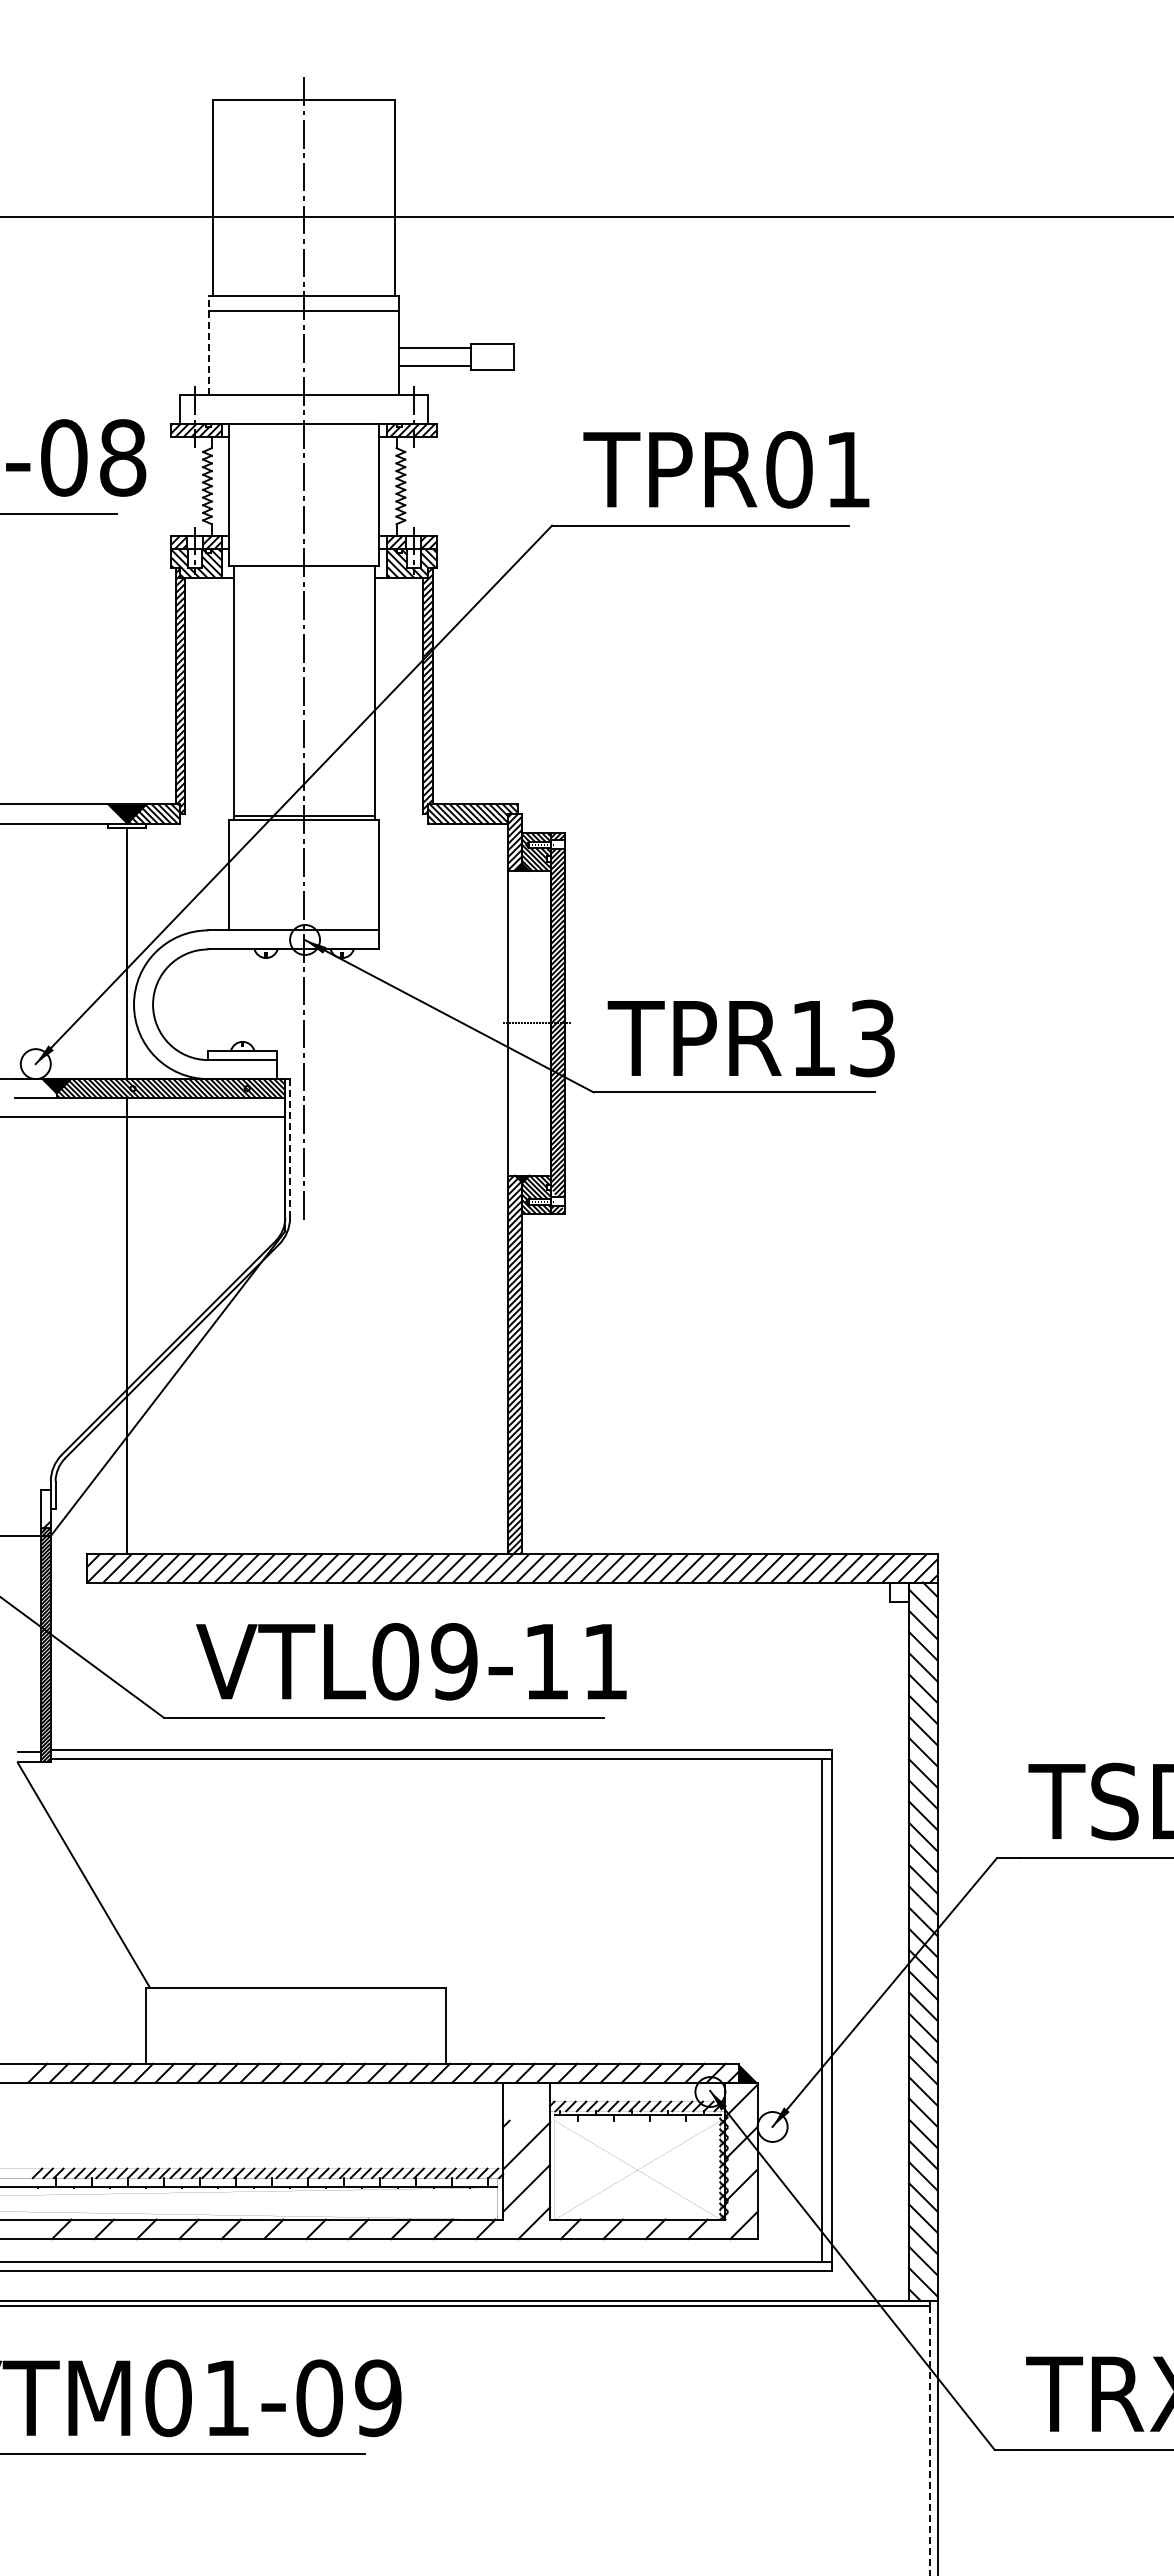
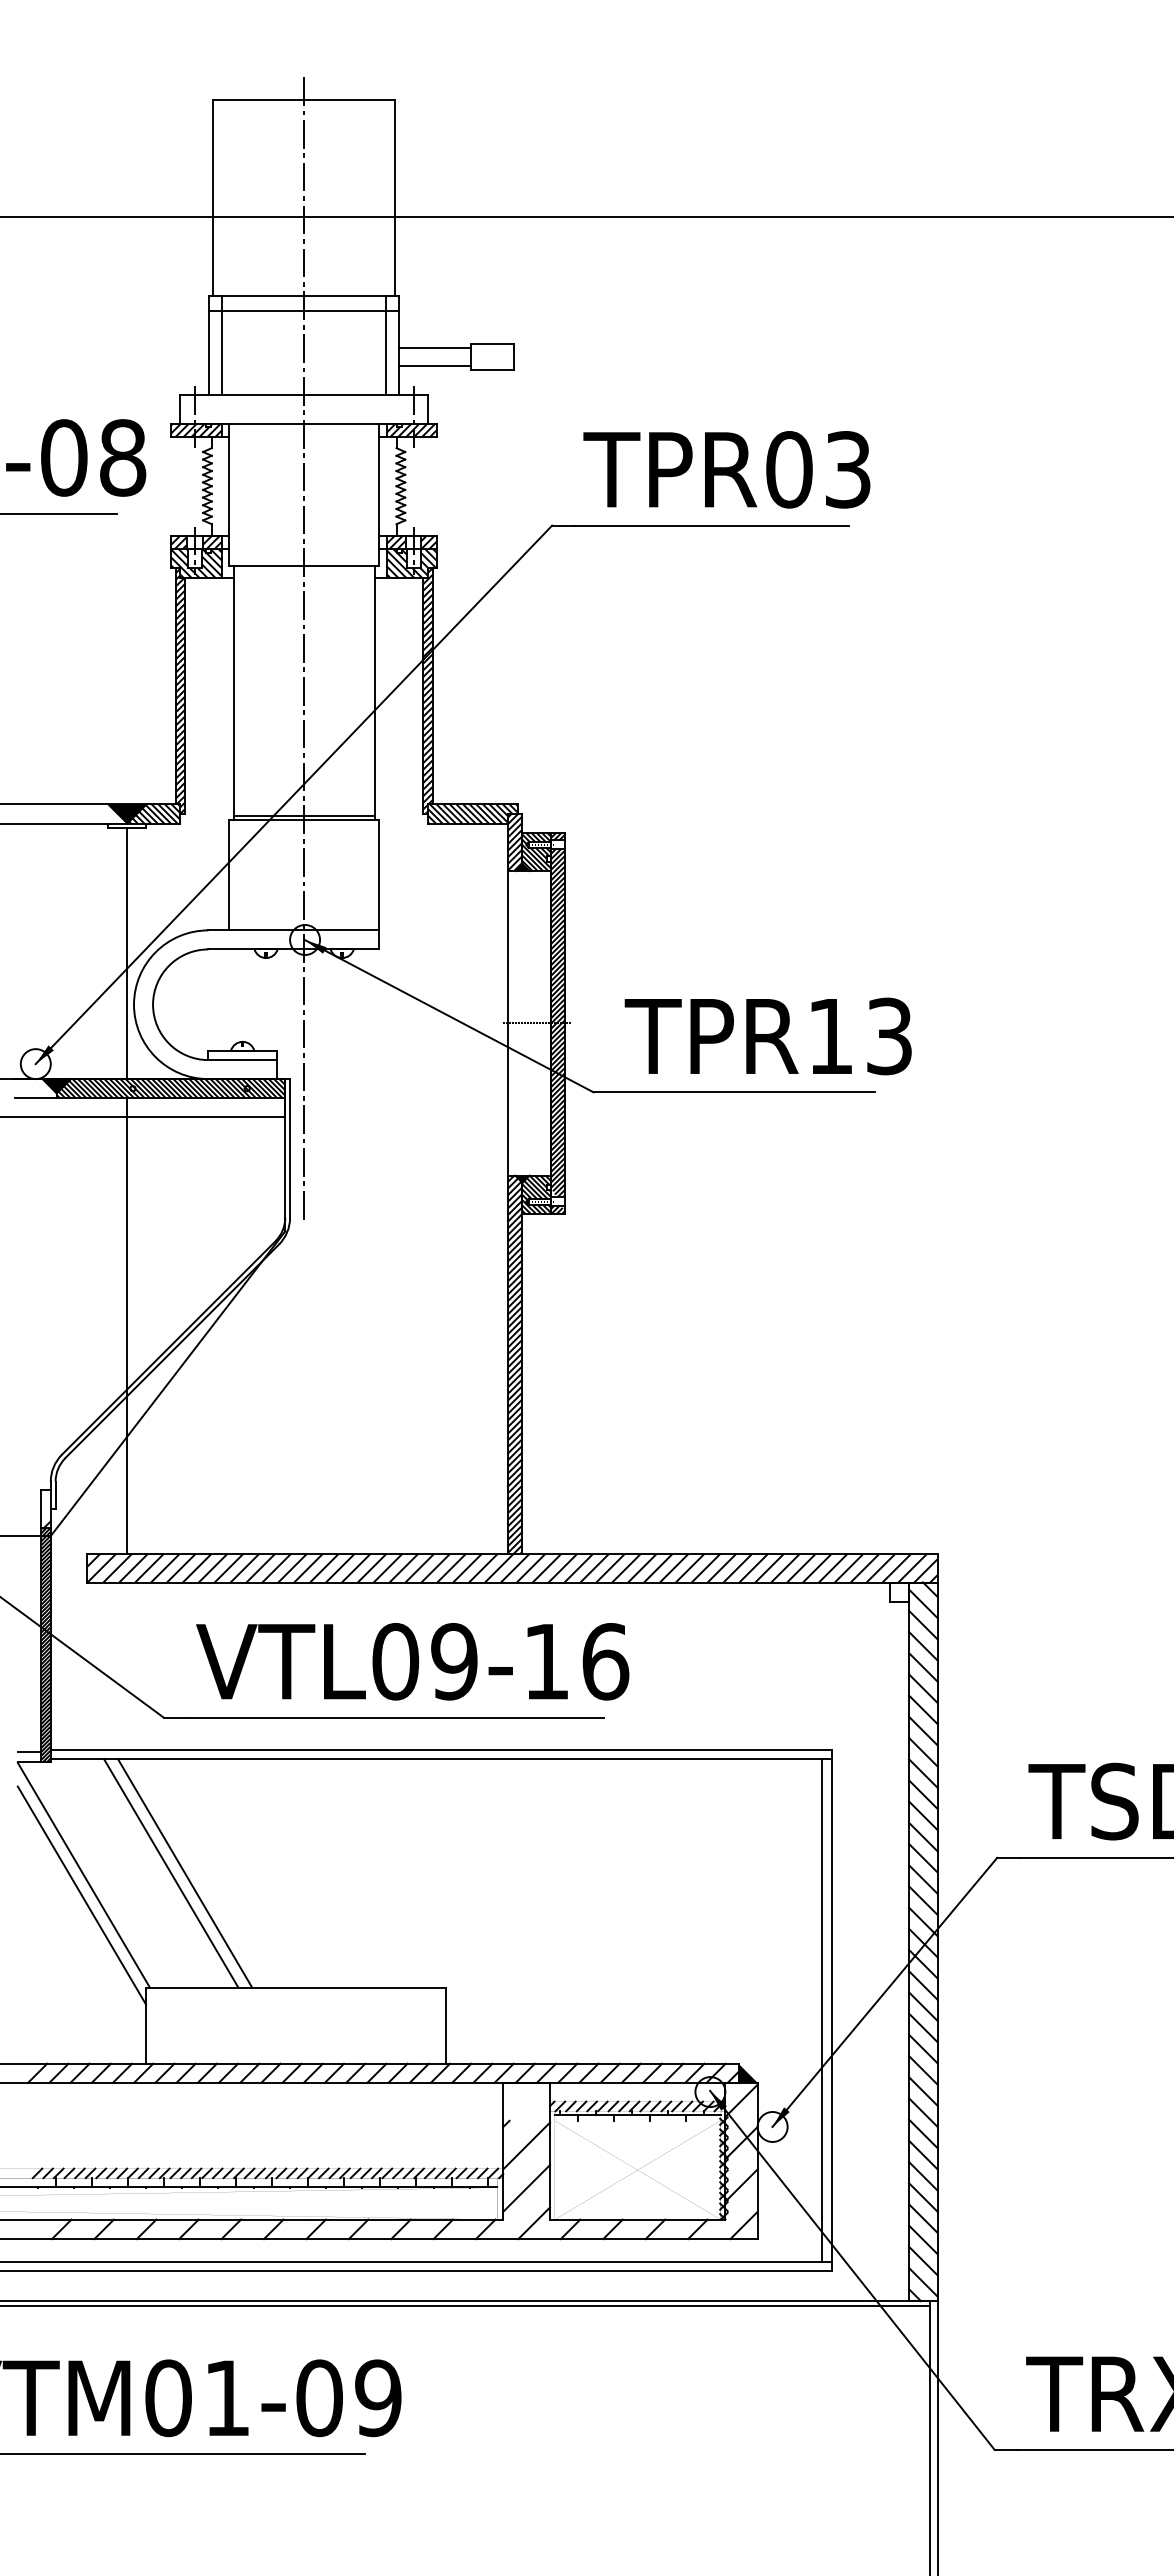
line at (208, 345): dashed -> solid
line at (221, 345): none -> present
line at (386, 345): none -> present
text at (848, 469): TPR01 -> TPR03
text at (750, 1038) position: (750, 1038) -> (767, 1036)
line at (290, 1149): dashed -> solid
text at (605, 1661): VTL09-11 -> VTL09-16
line at (171, 1873): none -> present
line at (184, 1873): none -> present
line at (81, 1895): none -> present
line at (930, 2440): dashed -> solid
